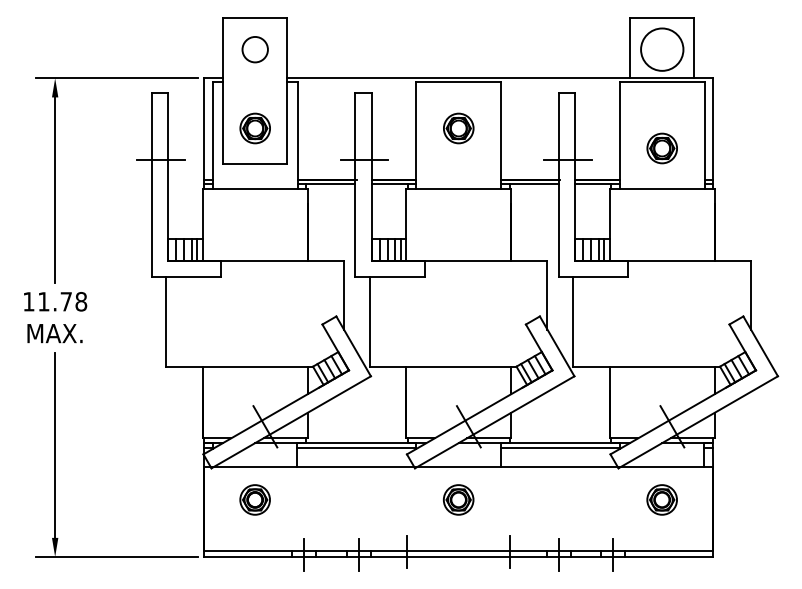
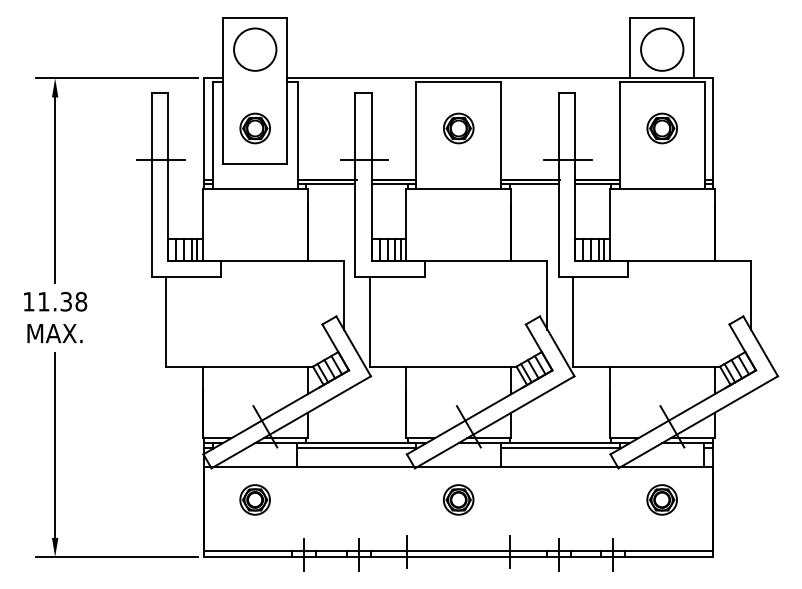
circle at (254, 49) diameter: 25 px -> 42 px
part at (661, 148) position: (661, 148) -> (661, 128)
text at (65, 301): 11.78 -> 11.38
